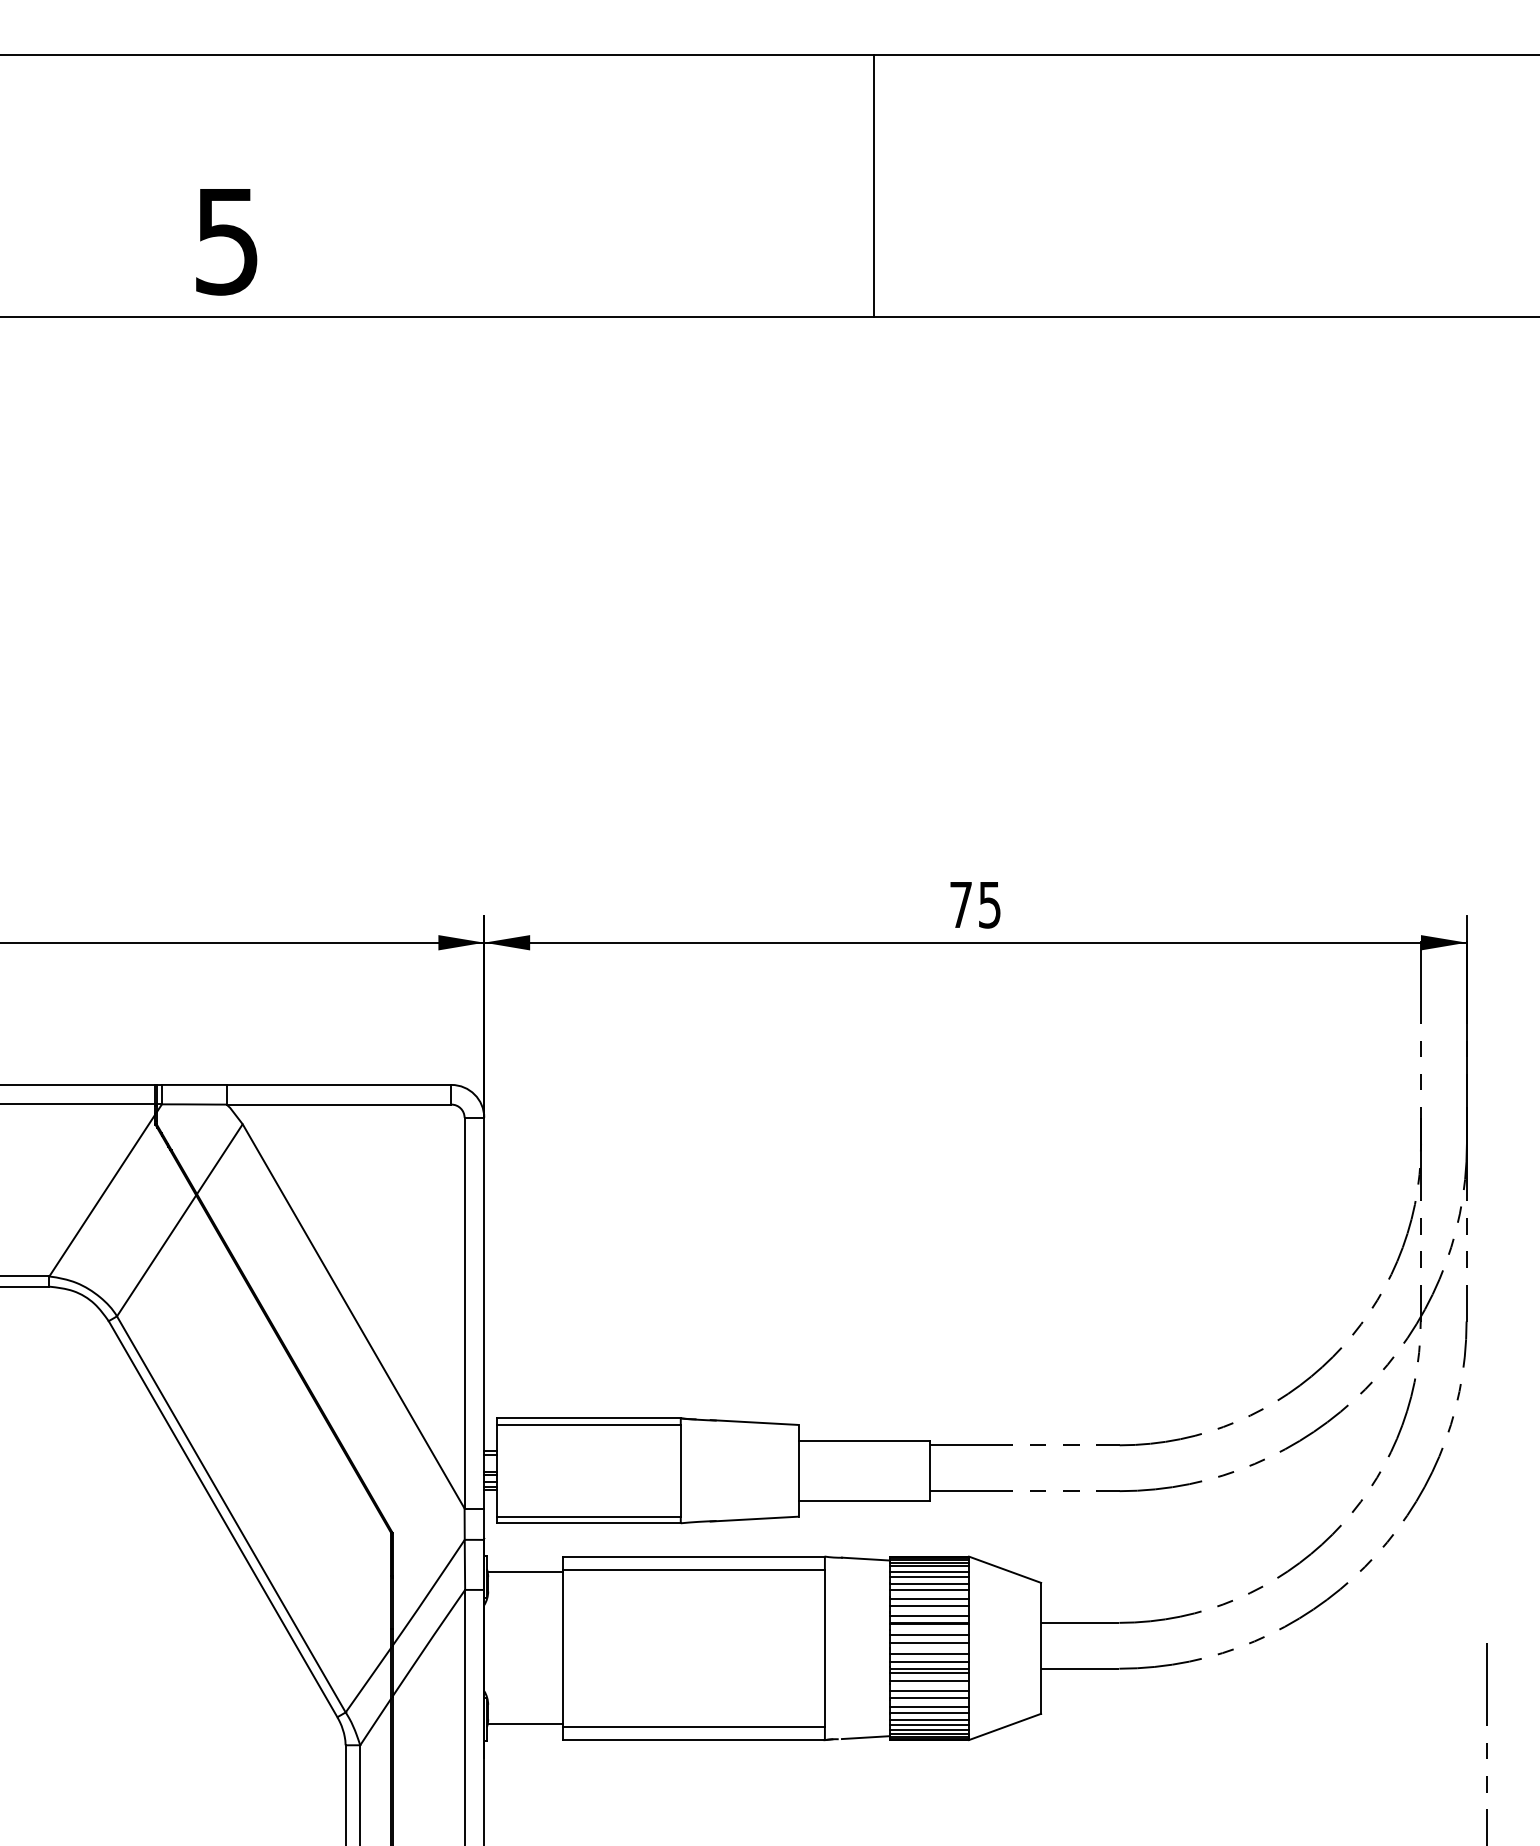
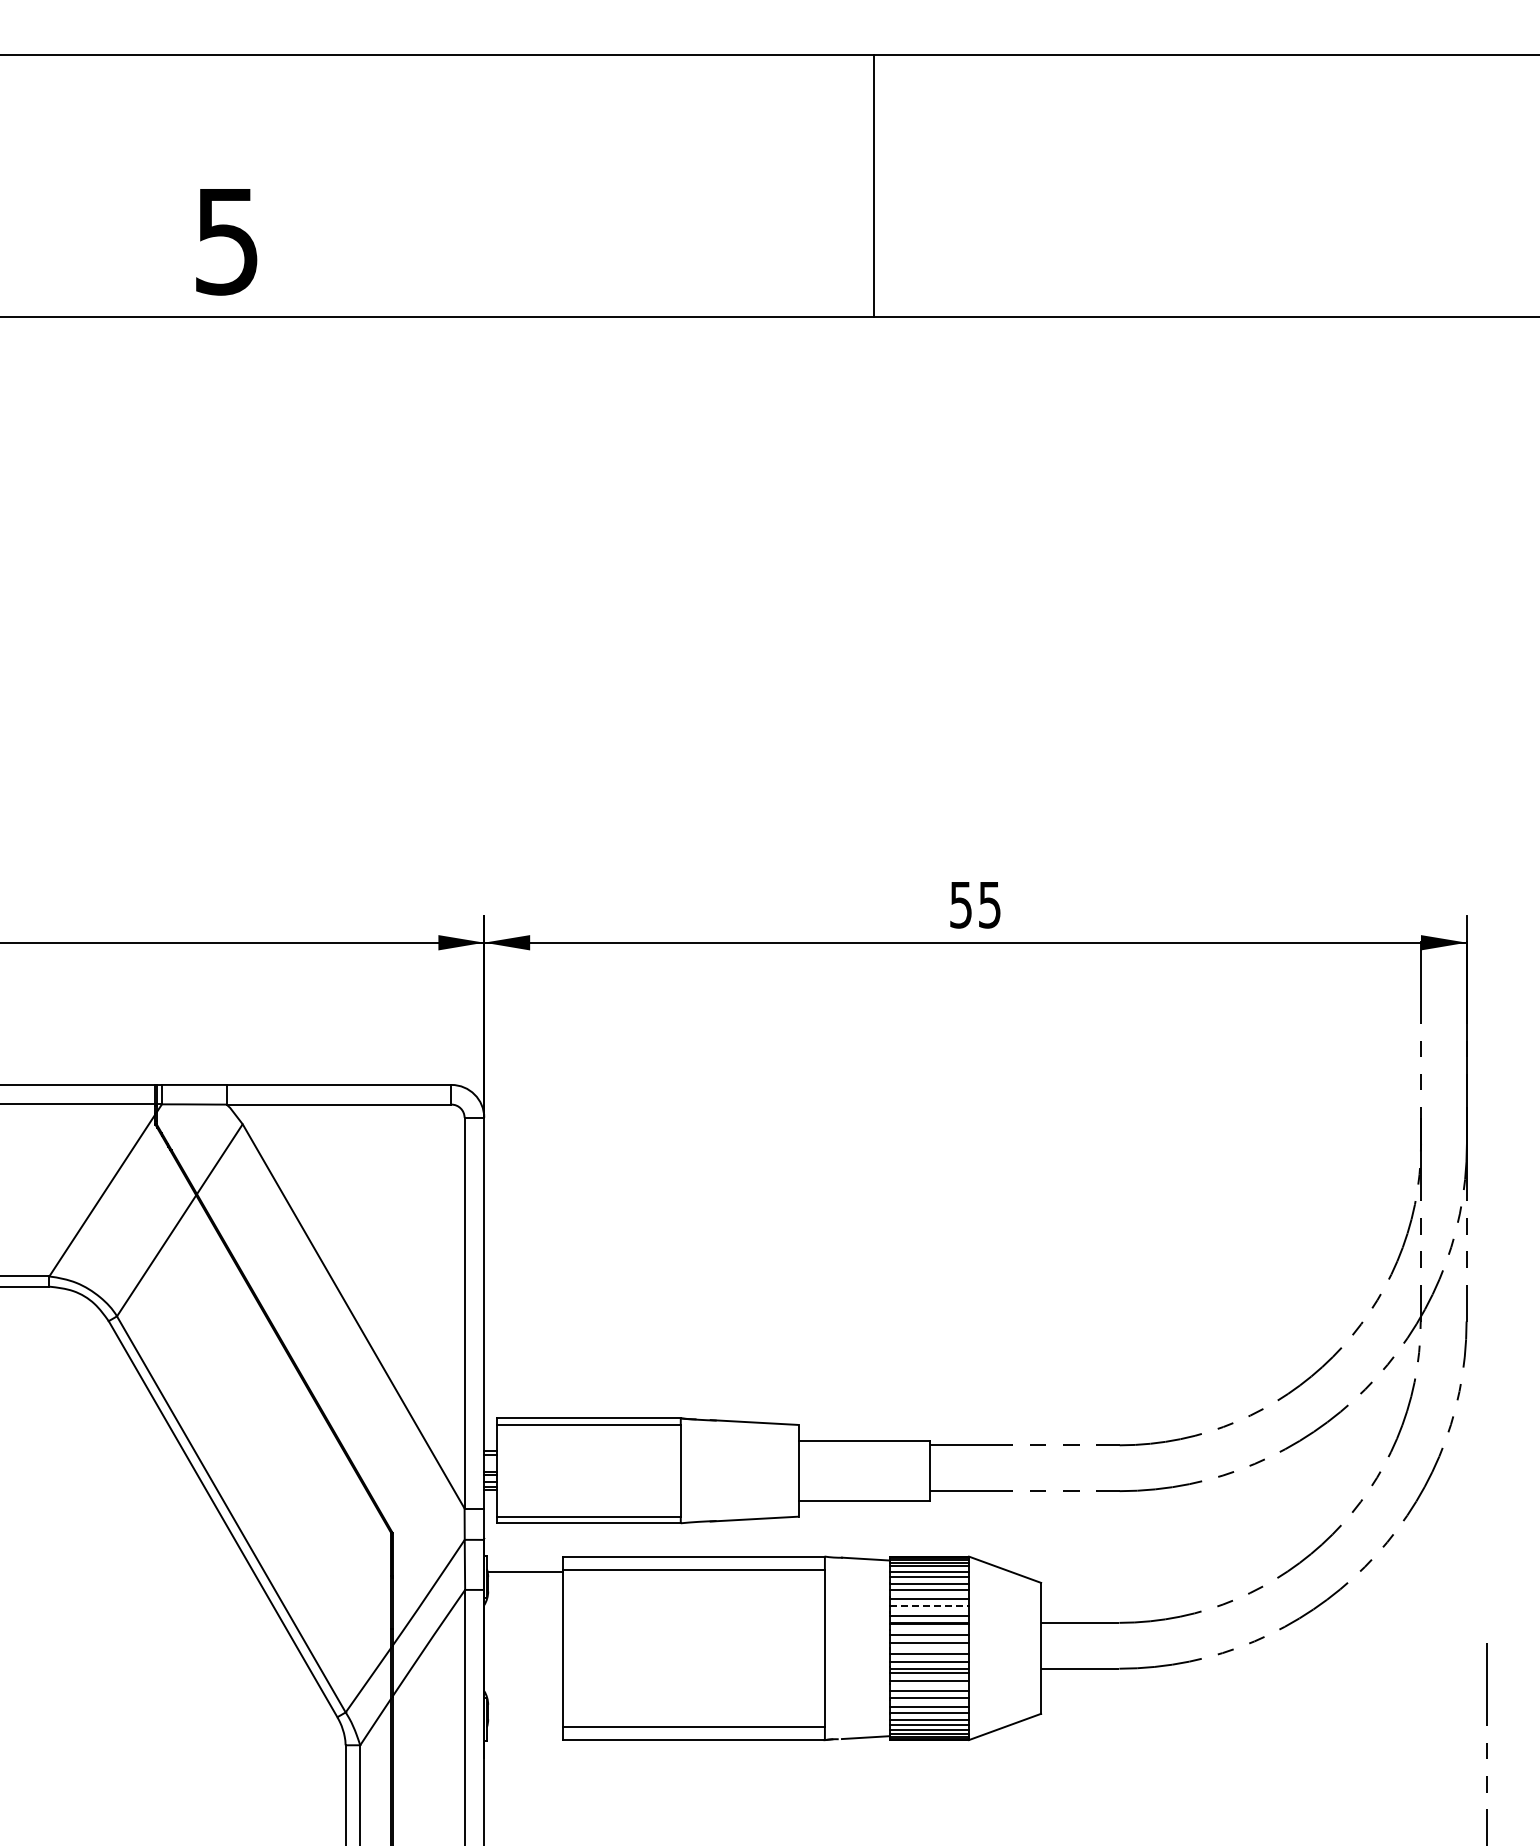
text at (960, 905): 75 -> 55
line at (930, 1606): solid -> dashed
line at (524, 1724): present -> none
